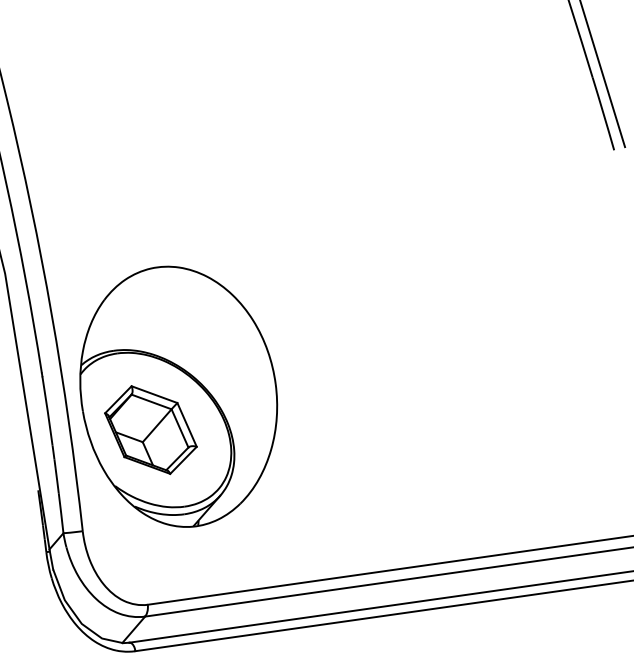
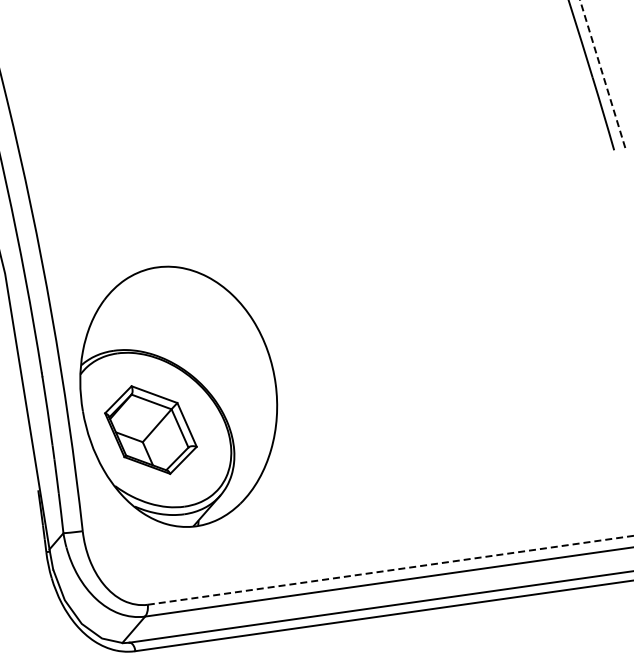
line at (602, 73): solid -> dashed
line at (391, 570): solid -> dashed
